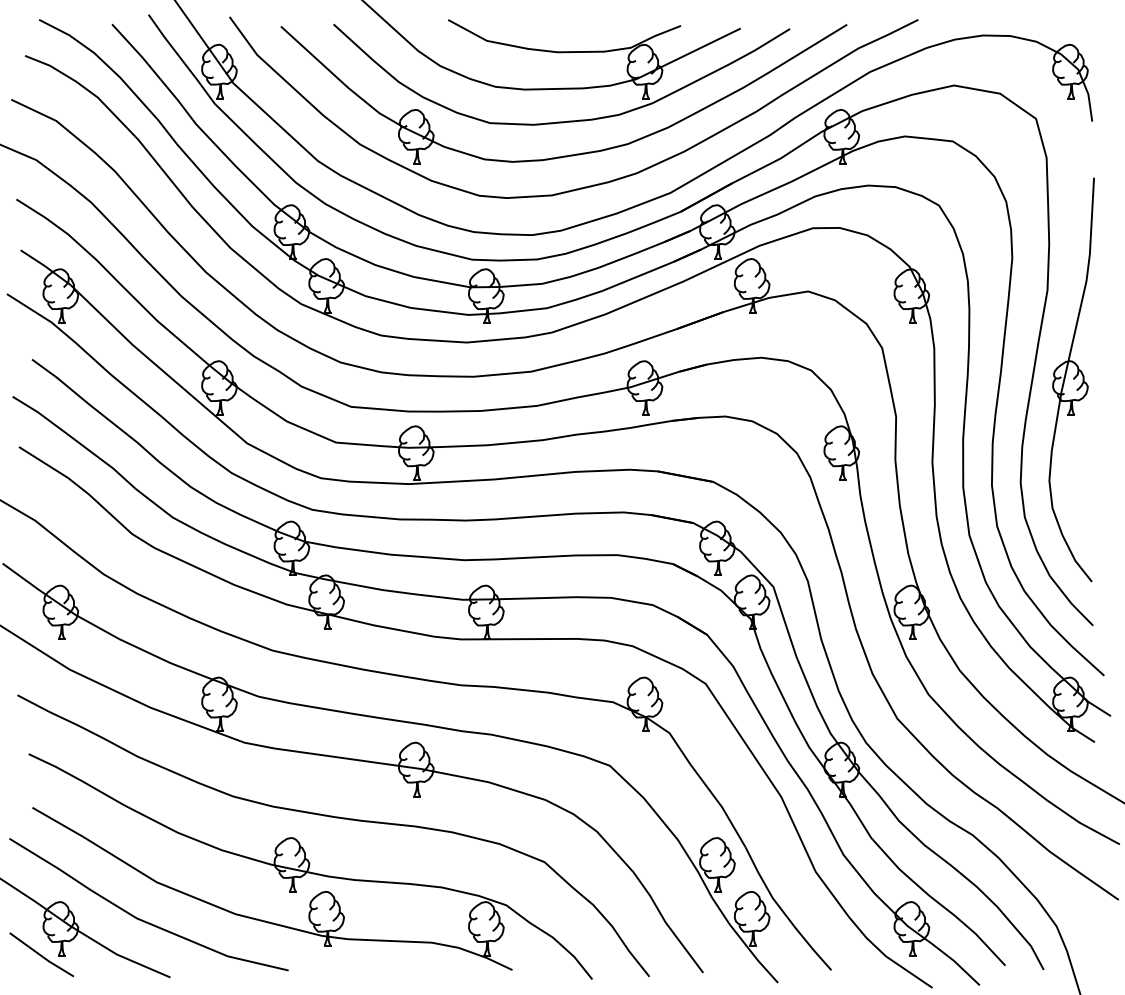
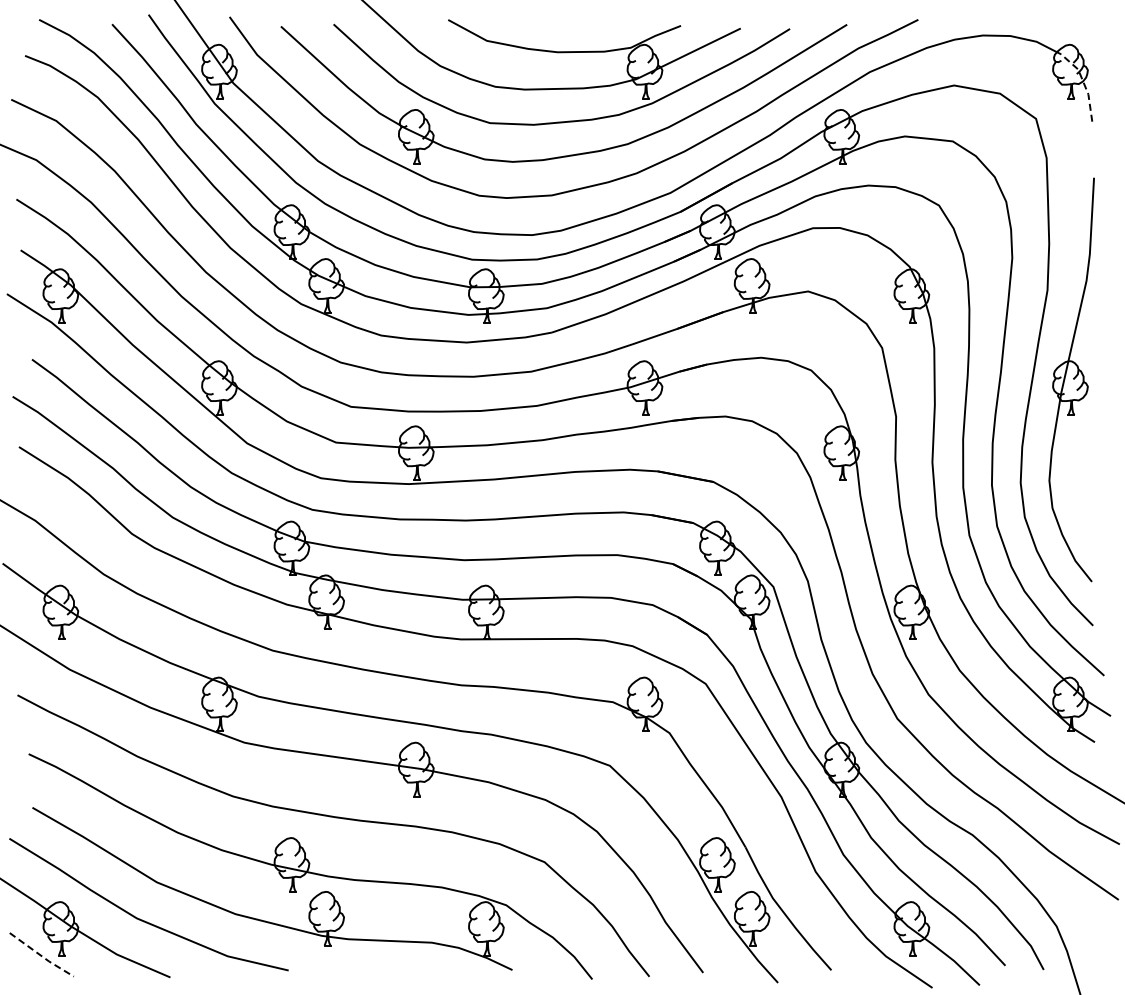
line at (1084, 84): solid -> dashed
line at (41, 956): solid -> dashed
